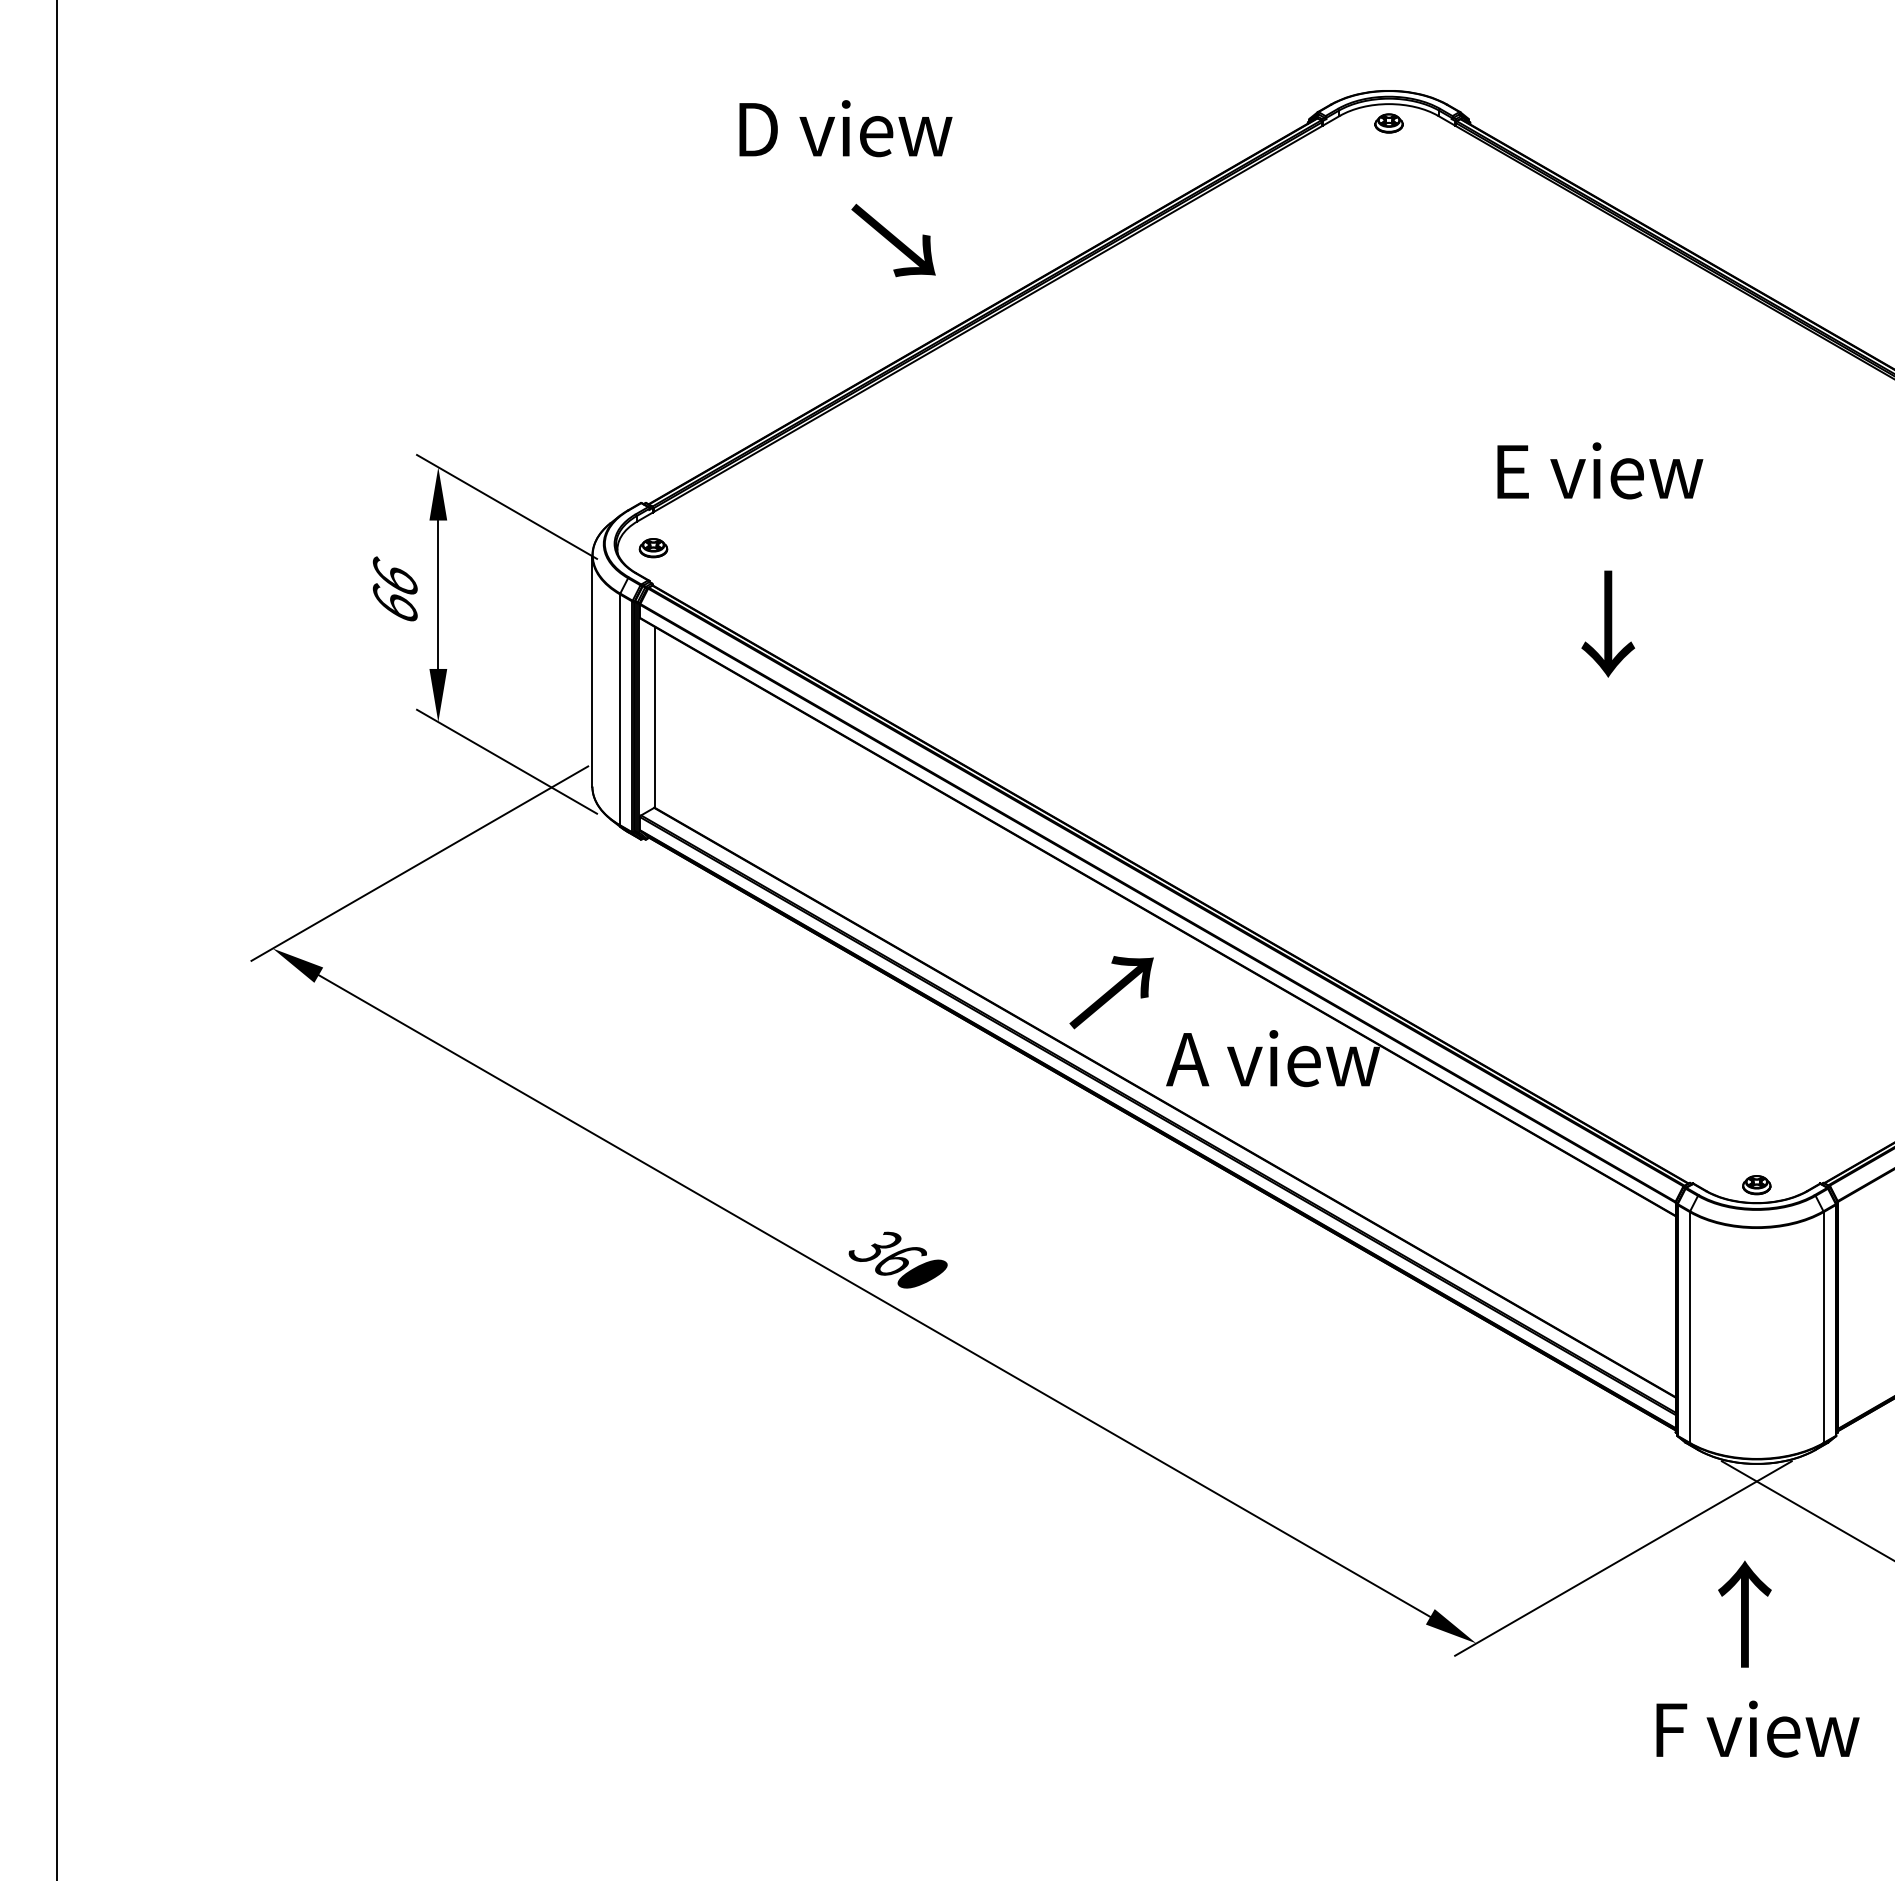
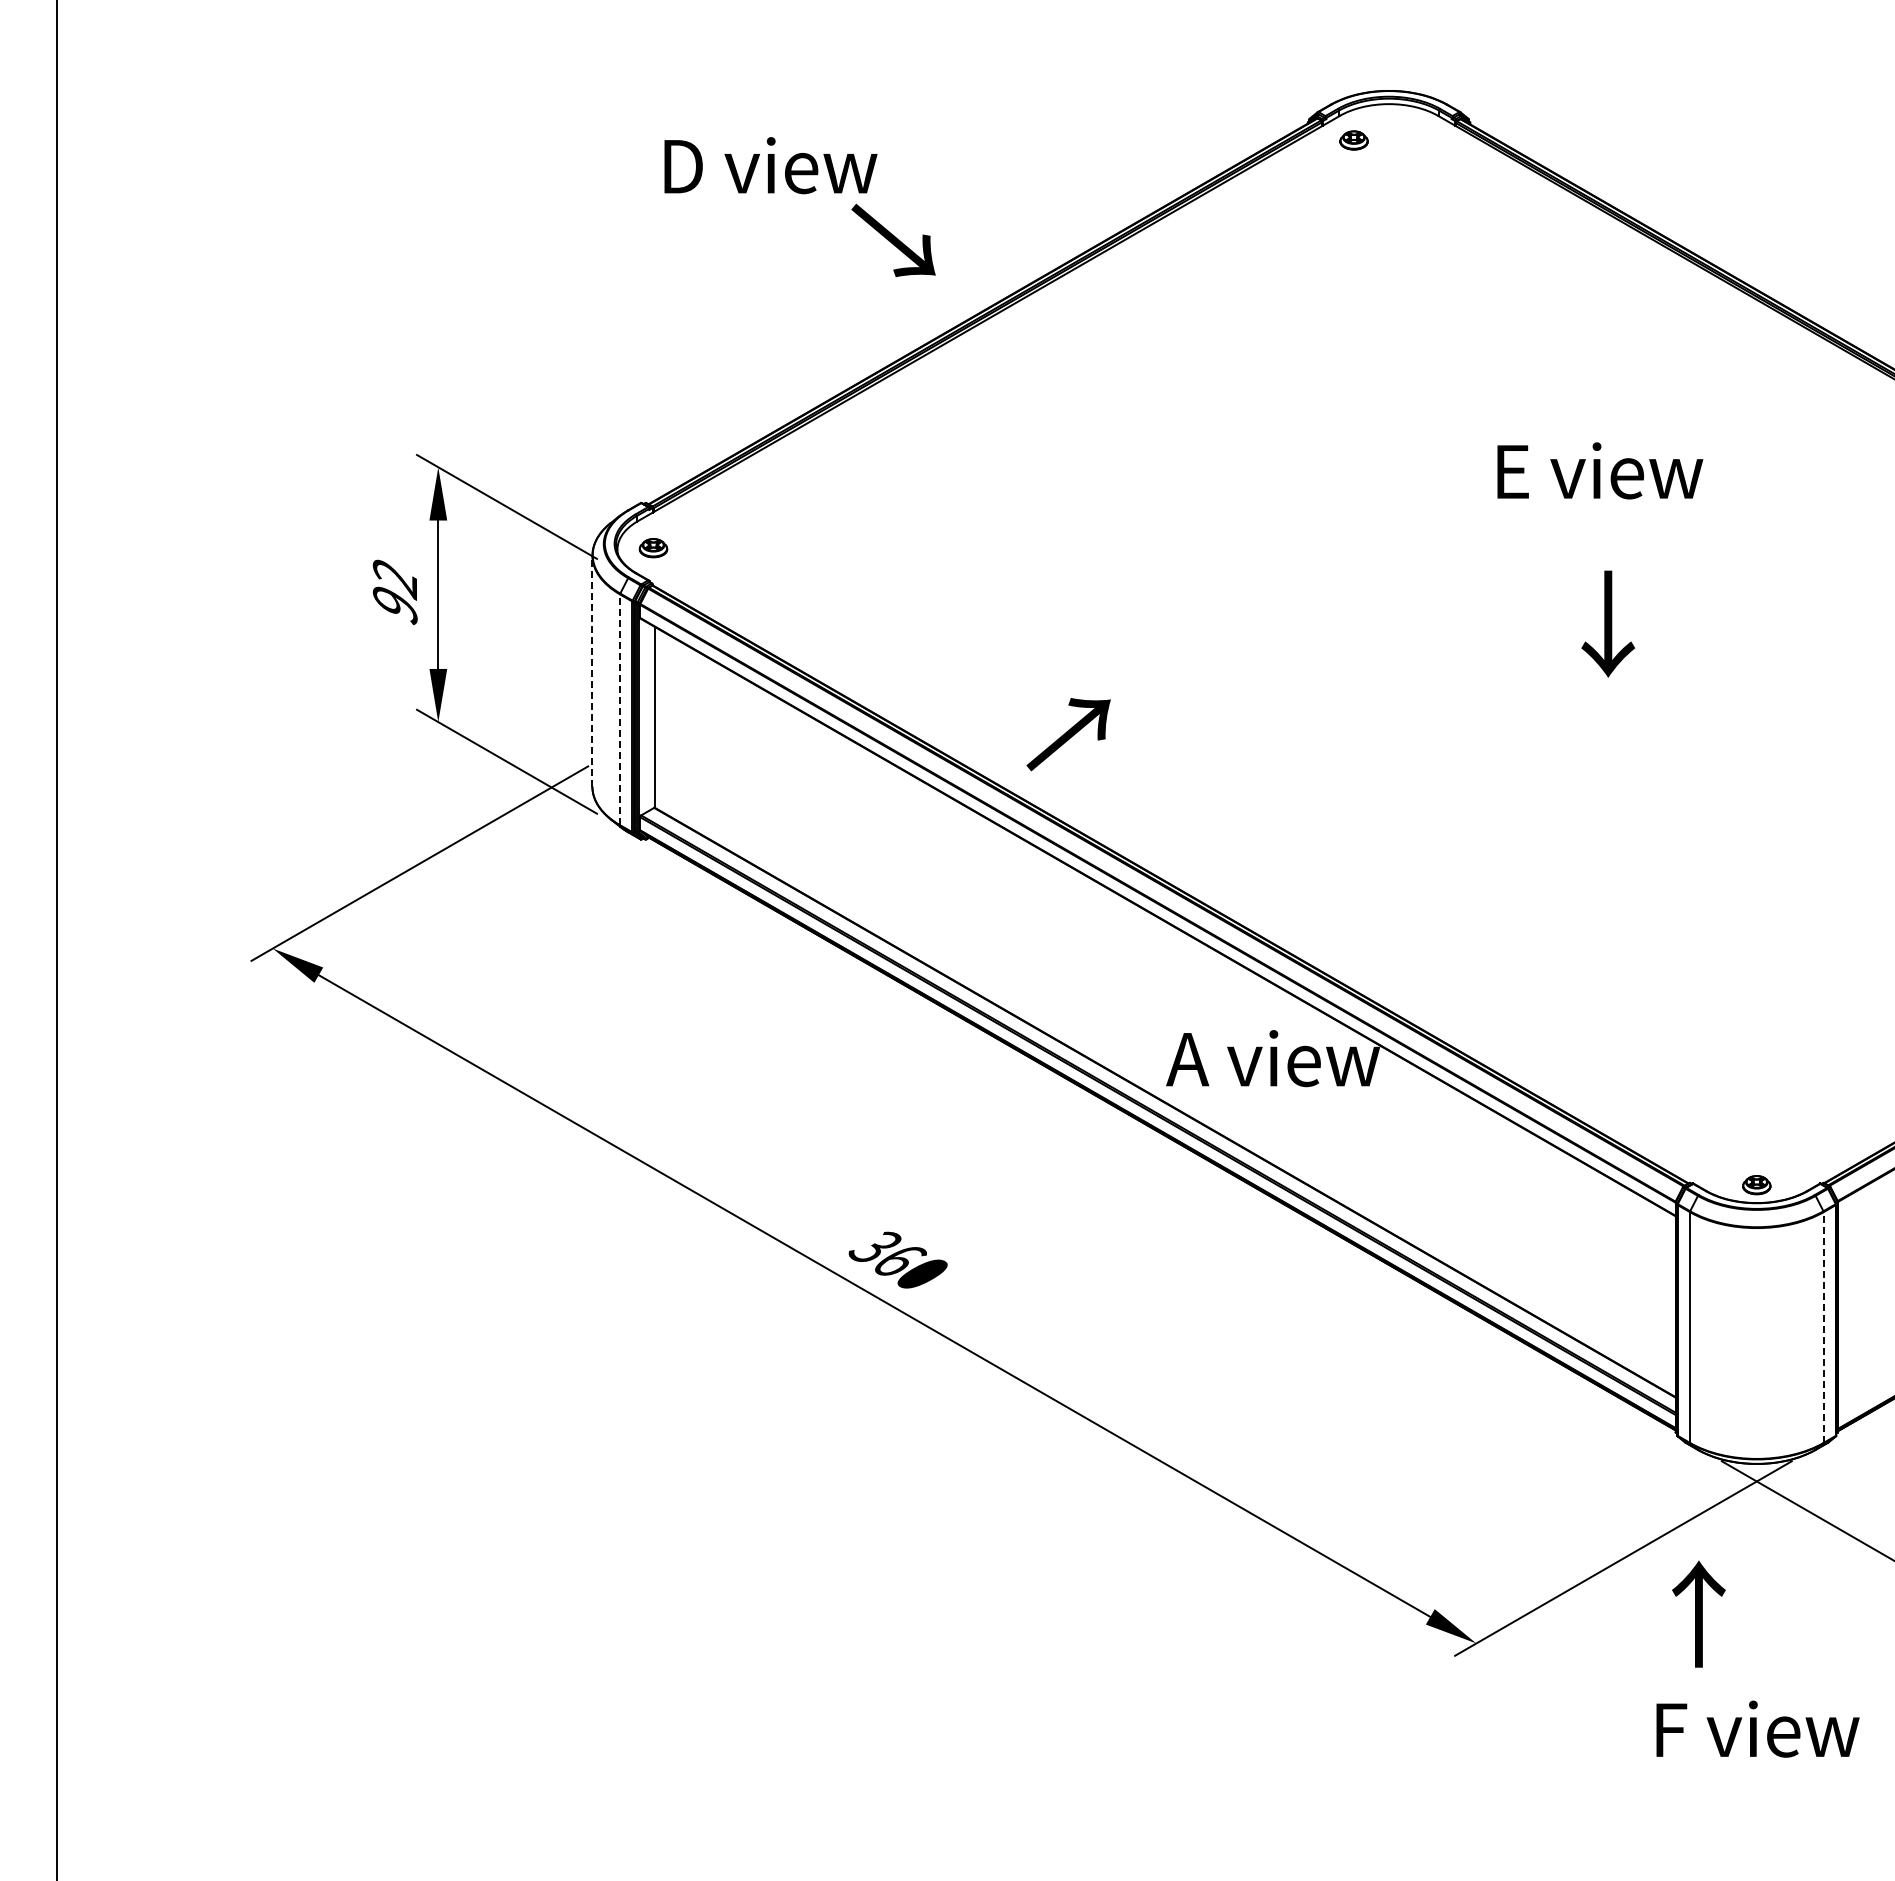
part at (1388, 123) position: (1388, 123) -> (1353, 140)
text at (845, 128) position: (845, 128) -> (770, 165)
text at (394, 590): 66 -> 92
line at (592, 670): solid -> dashed
line at (620, 709): solid -> dashed
text at (1111, 992) position: (1111, 992) -> (1068, 734)
line at (1823, 1327): solid -> dashed
text at (1744, 1613) position: (1744, 1613) -> (1698, 1613)
